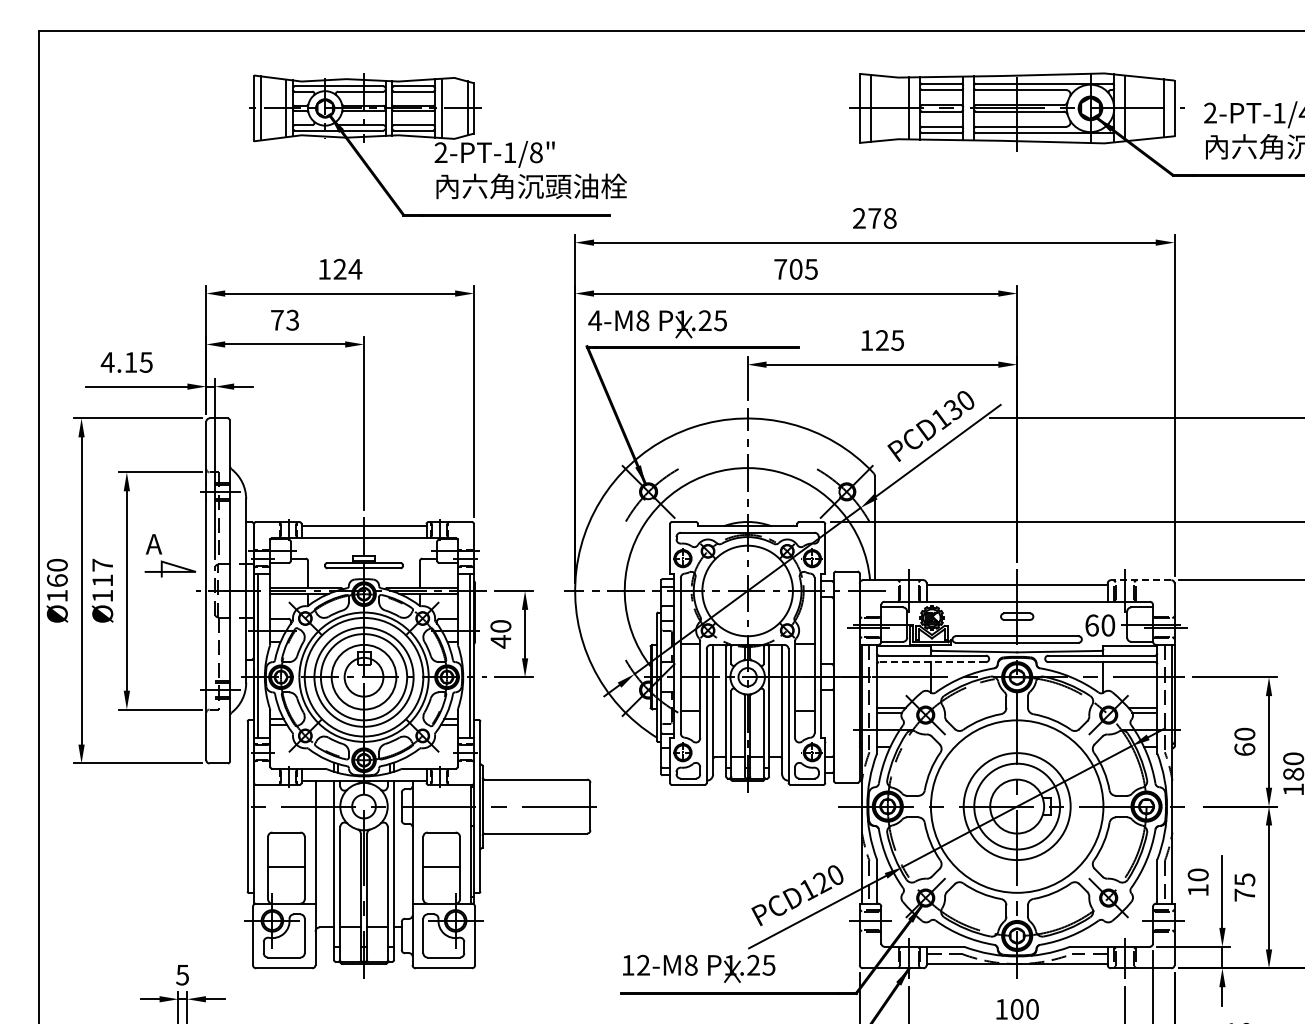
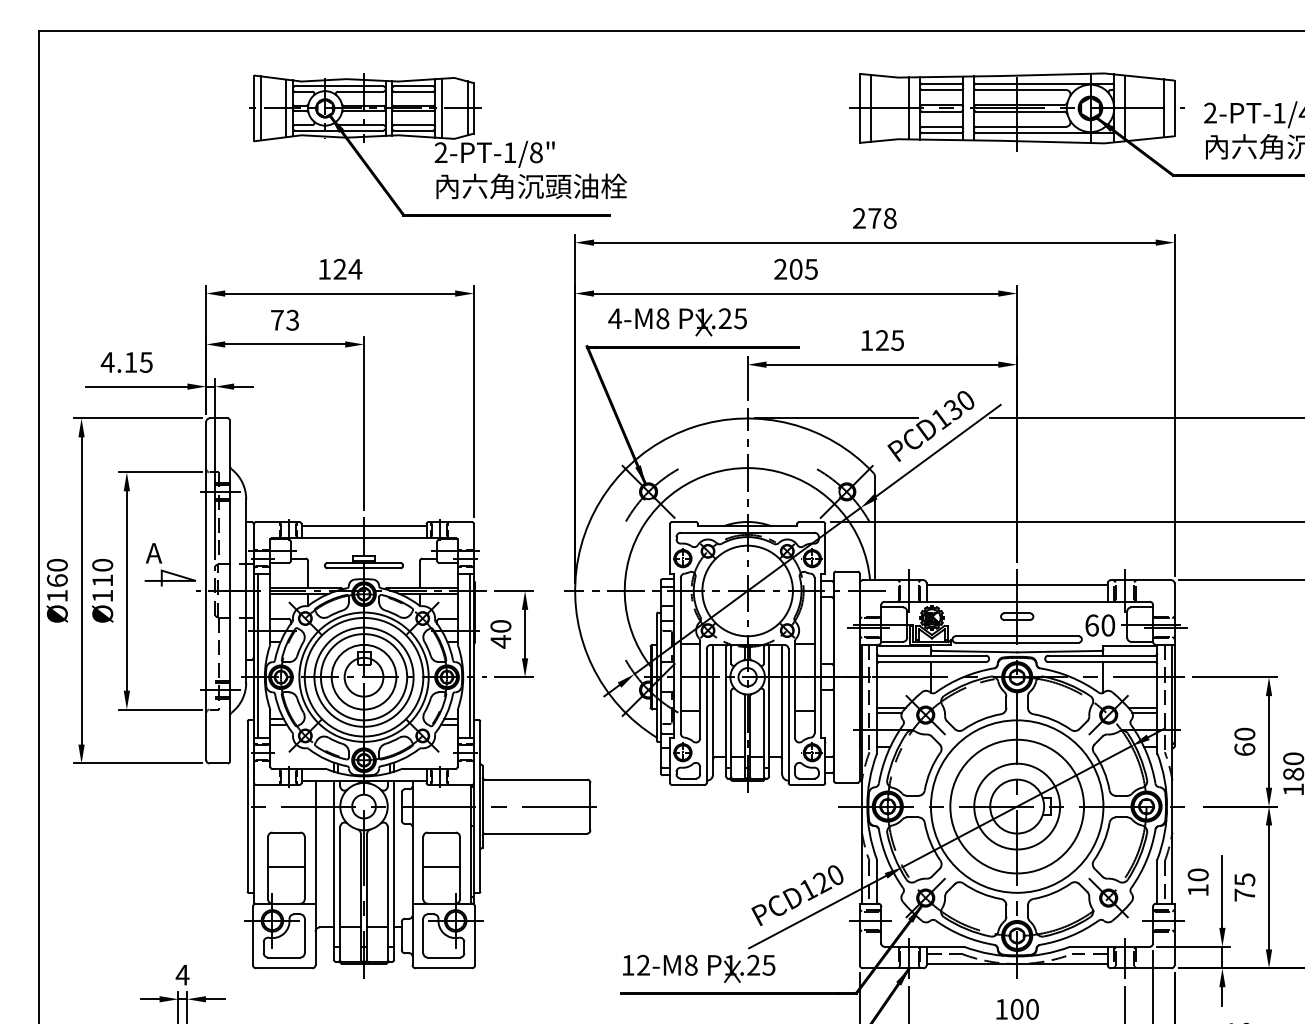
text at (780, 268): 705 -> 205
part at (657, 324) position: (657, 324) -> (677, 322)
line at (836, 418): none -> present
part at (168, 562) position: (168, 562) -> (168, 571)
text at (102, 564): Ø117 -> Ø110
line at (1140, 580): dashed -> solid
line at (932, 662): dashed -> solid
circle at (1016, 806) diameter: 107 px -> 134 px
text at (182, 975): 5 -> 4
